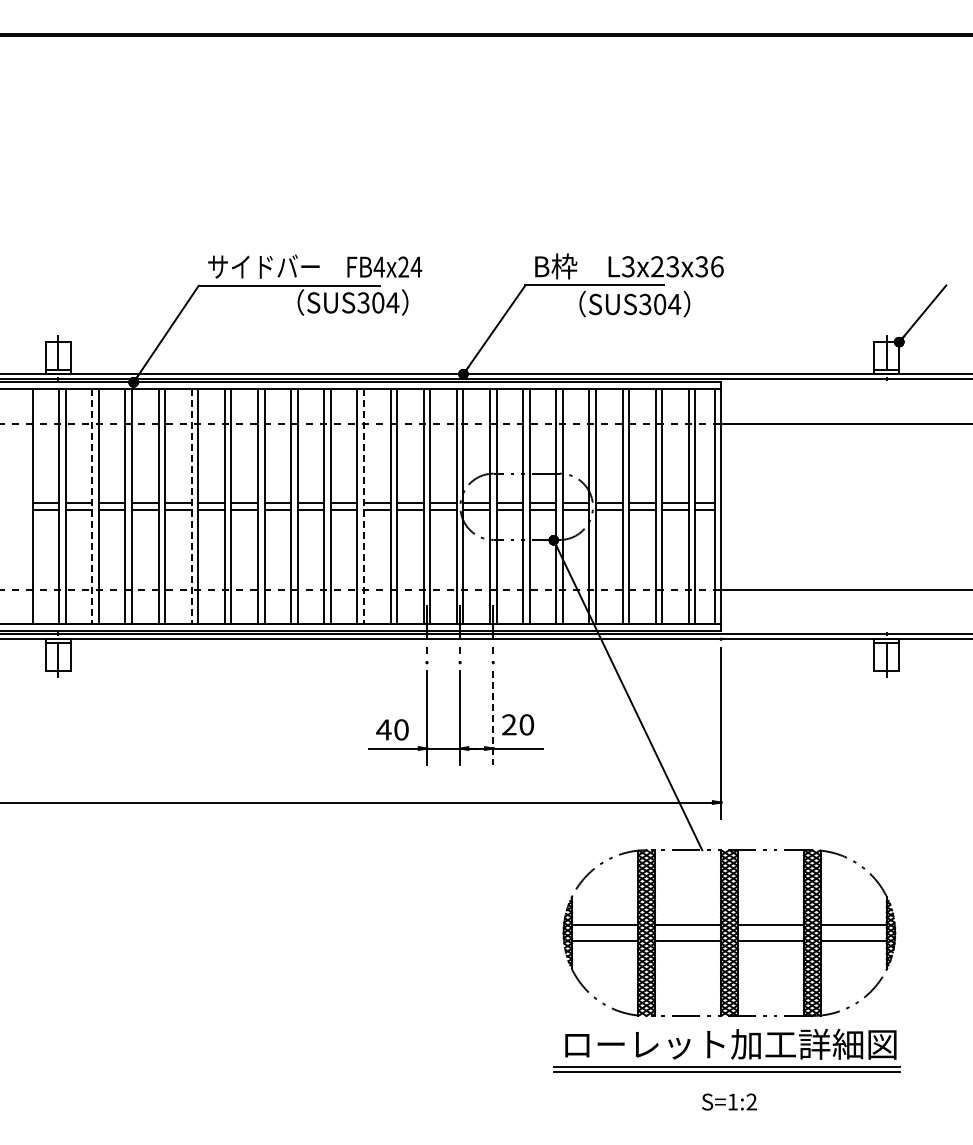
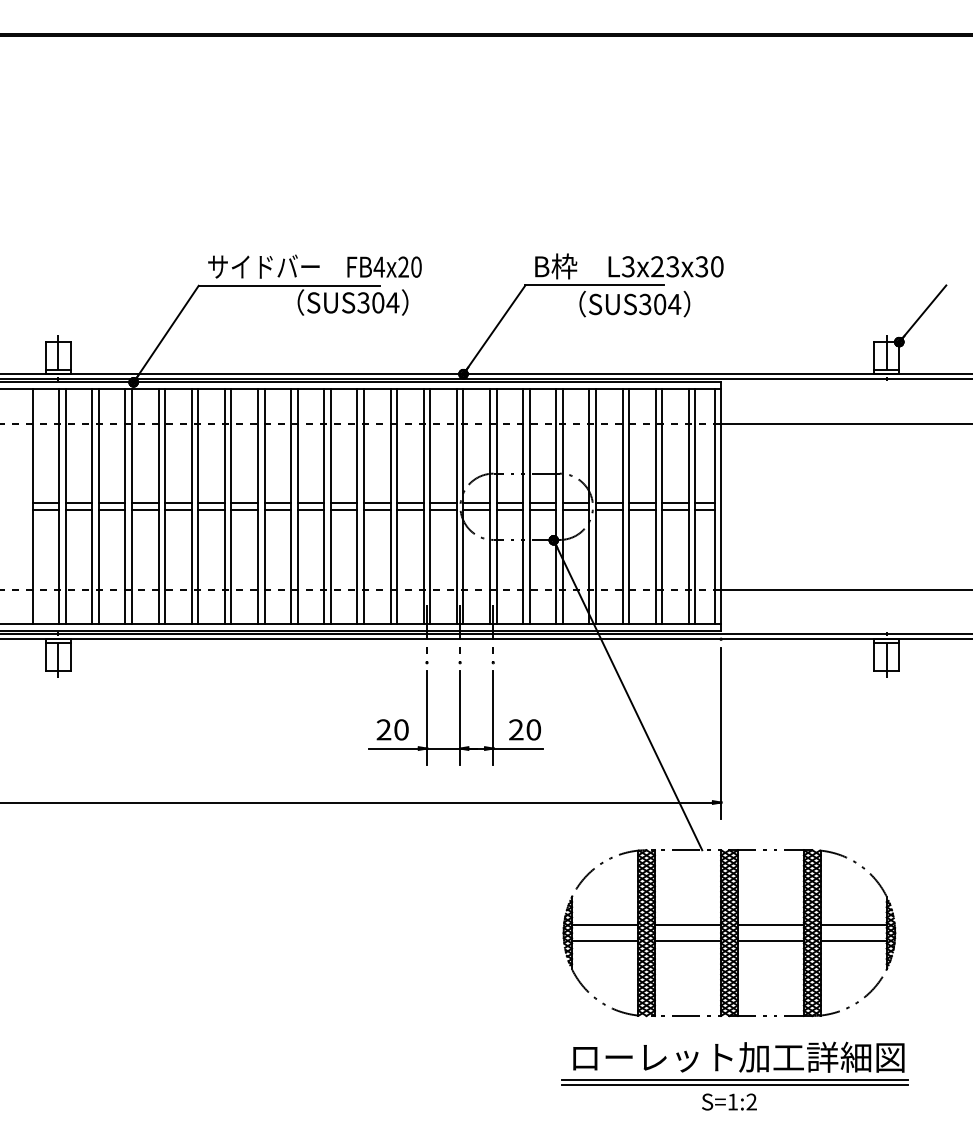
text at (416, 266): FB4x24 -> FB4x20
text at (717, 266): L3x23x36 -> L3x23x30
line at (92, 506): dashed -> solid
line at (191, 506): dashed -> solid
line at (364, 506): dashed -> solid
line at (493, 718): dashed -> solid
text at (517, 724) position: (517, 724) -> (524, 729)
text at (383, 729): 40 -> 20
part at (726, 1050) position: (726, 1050) -> (734, 1063)
